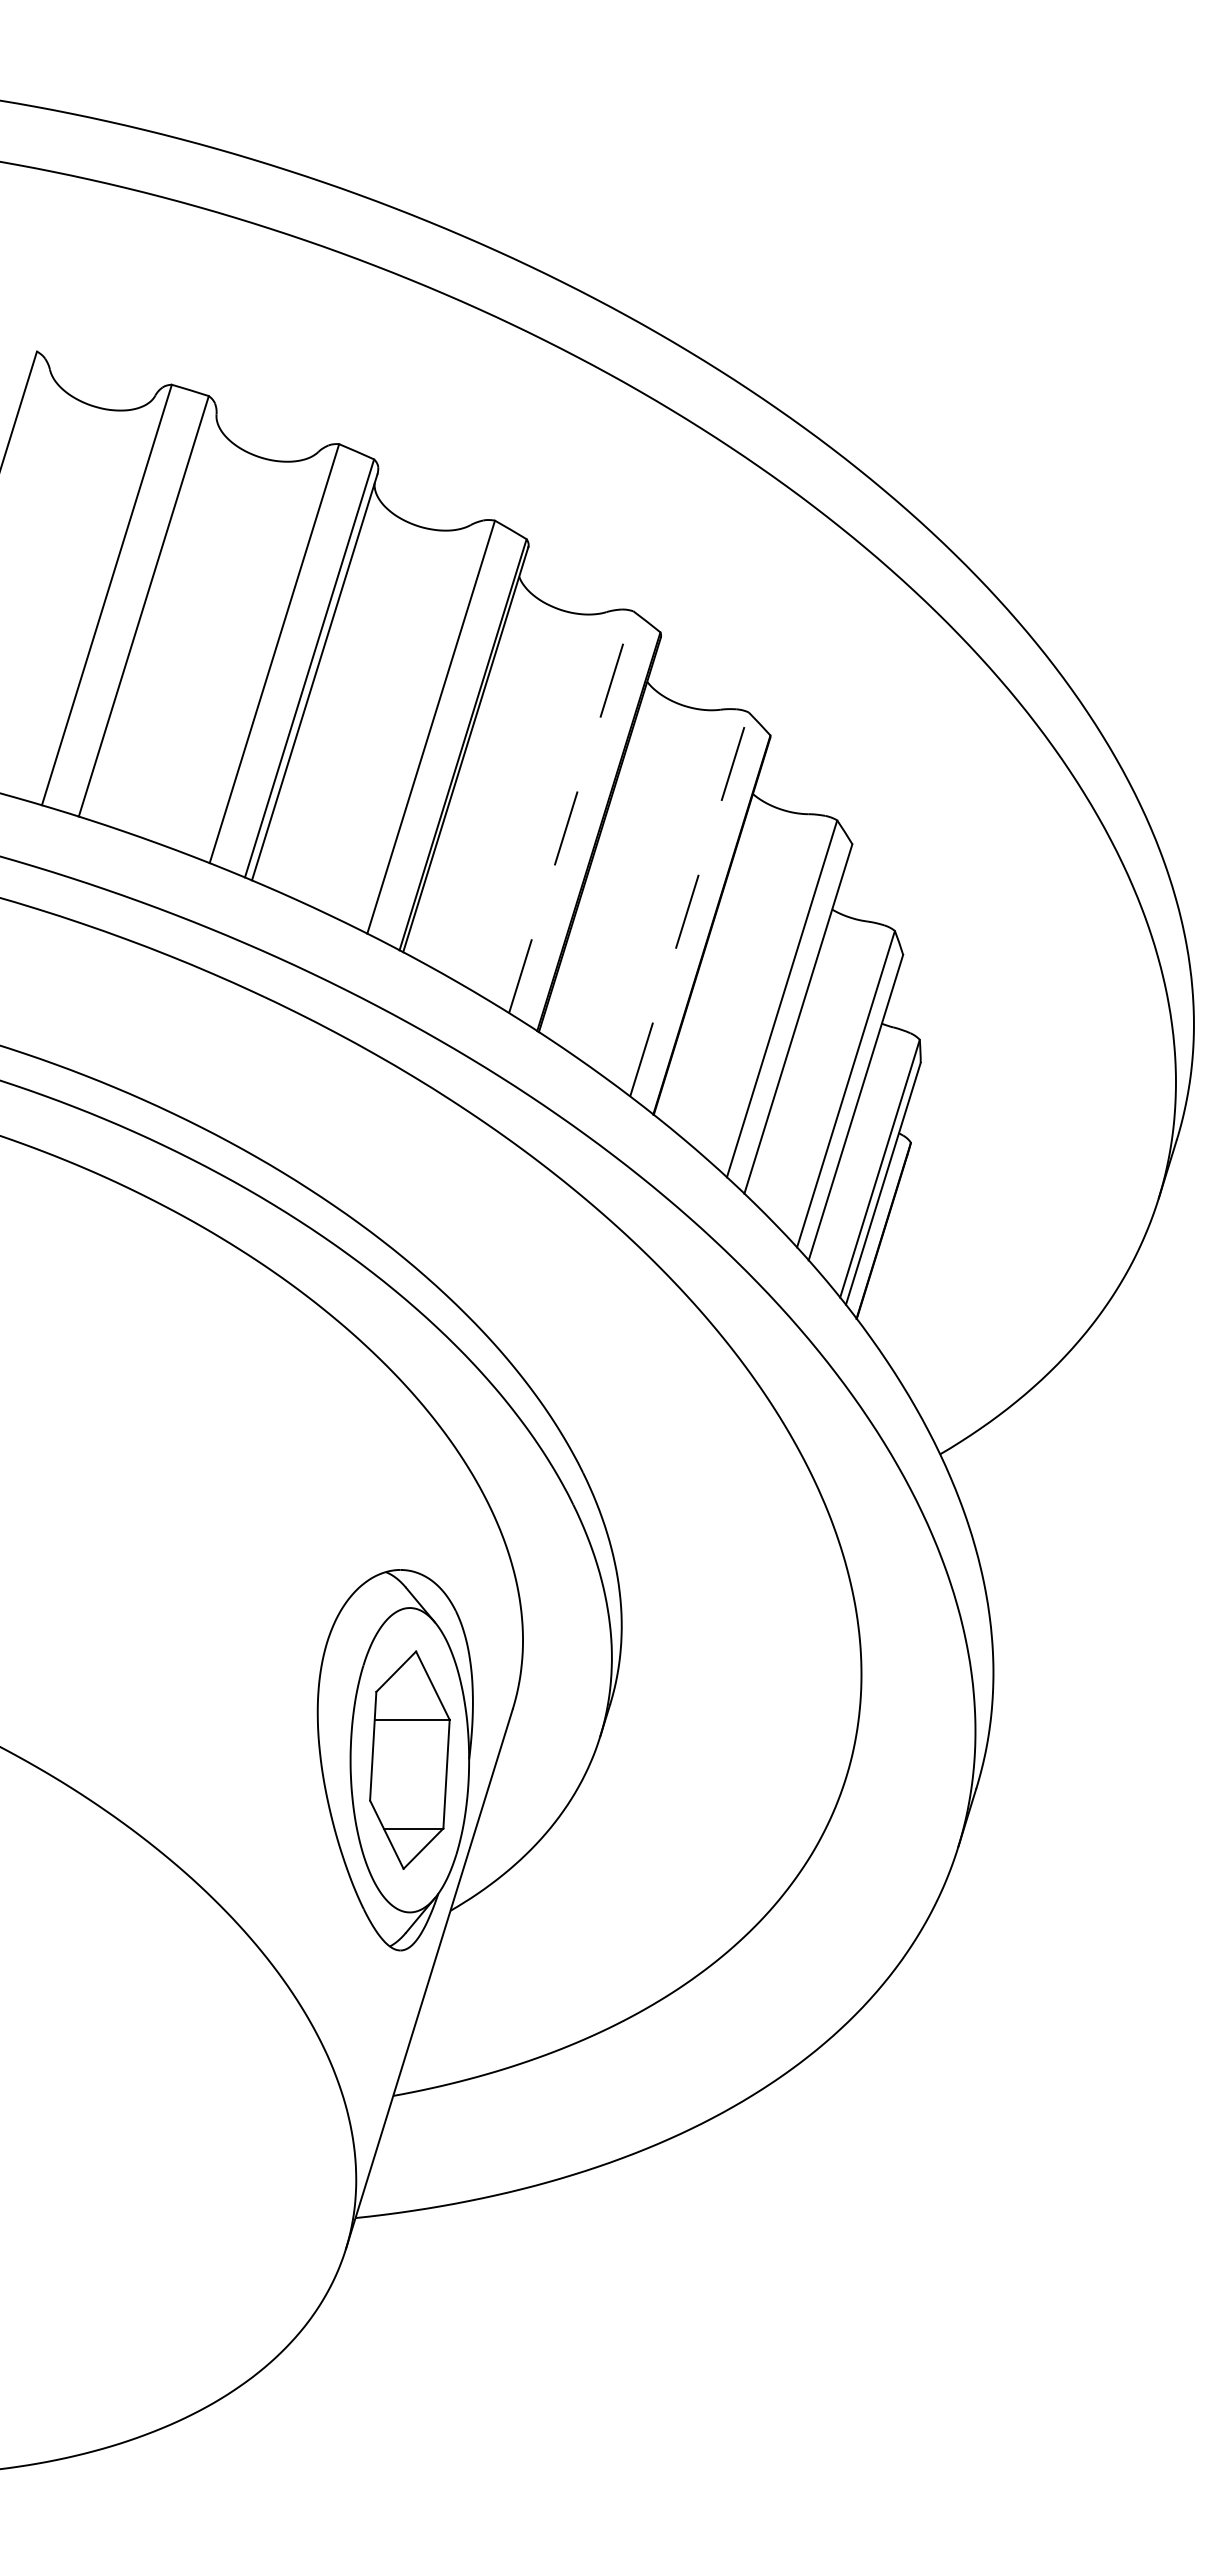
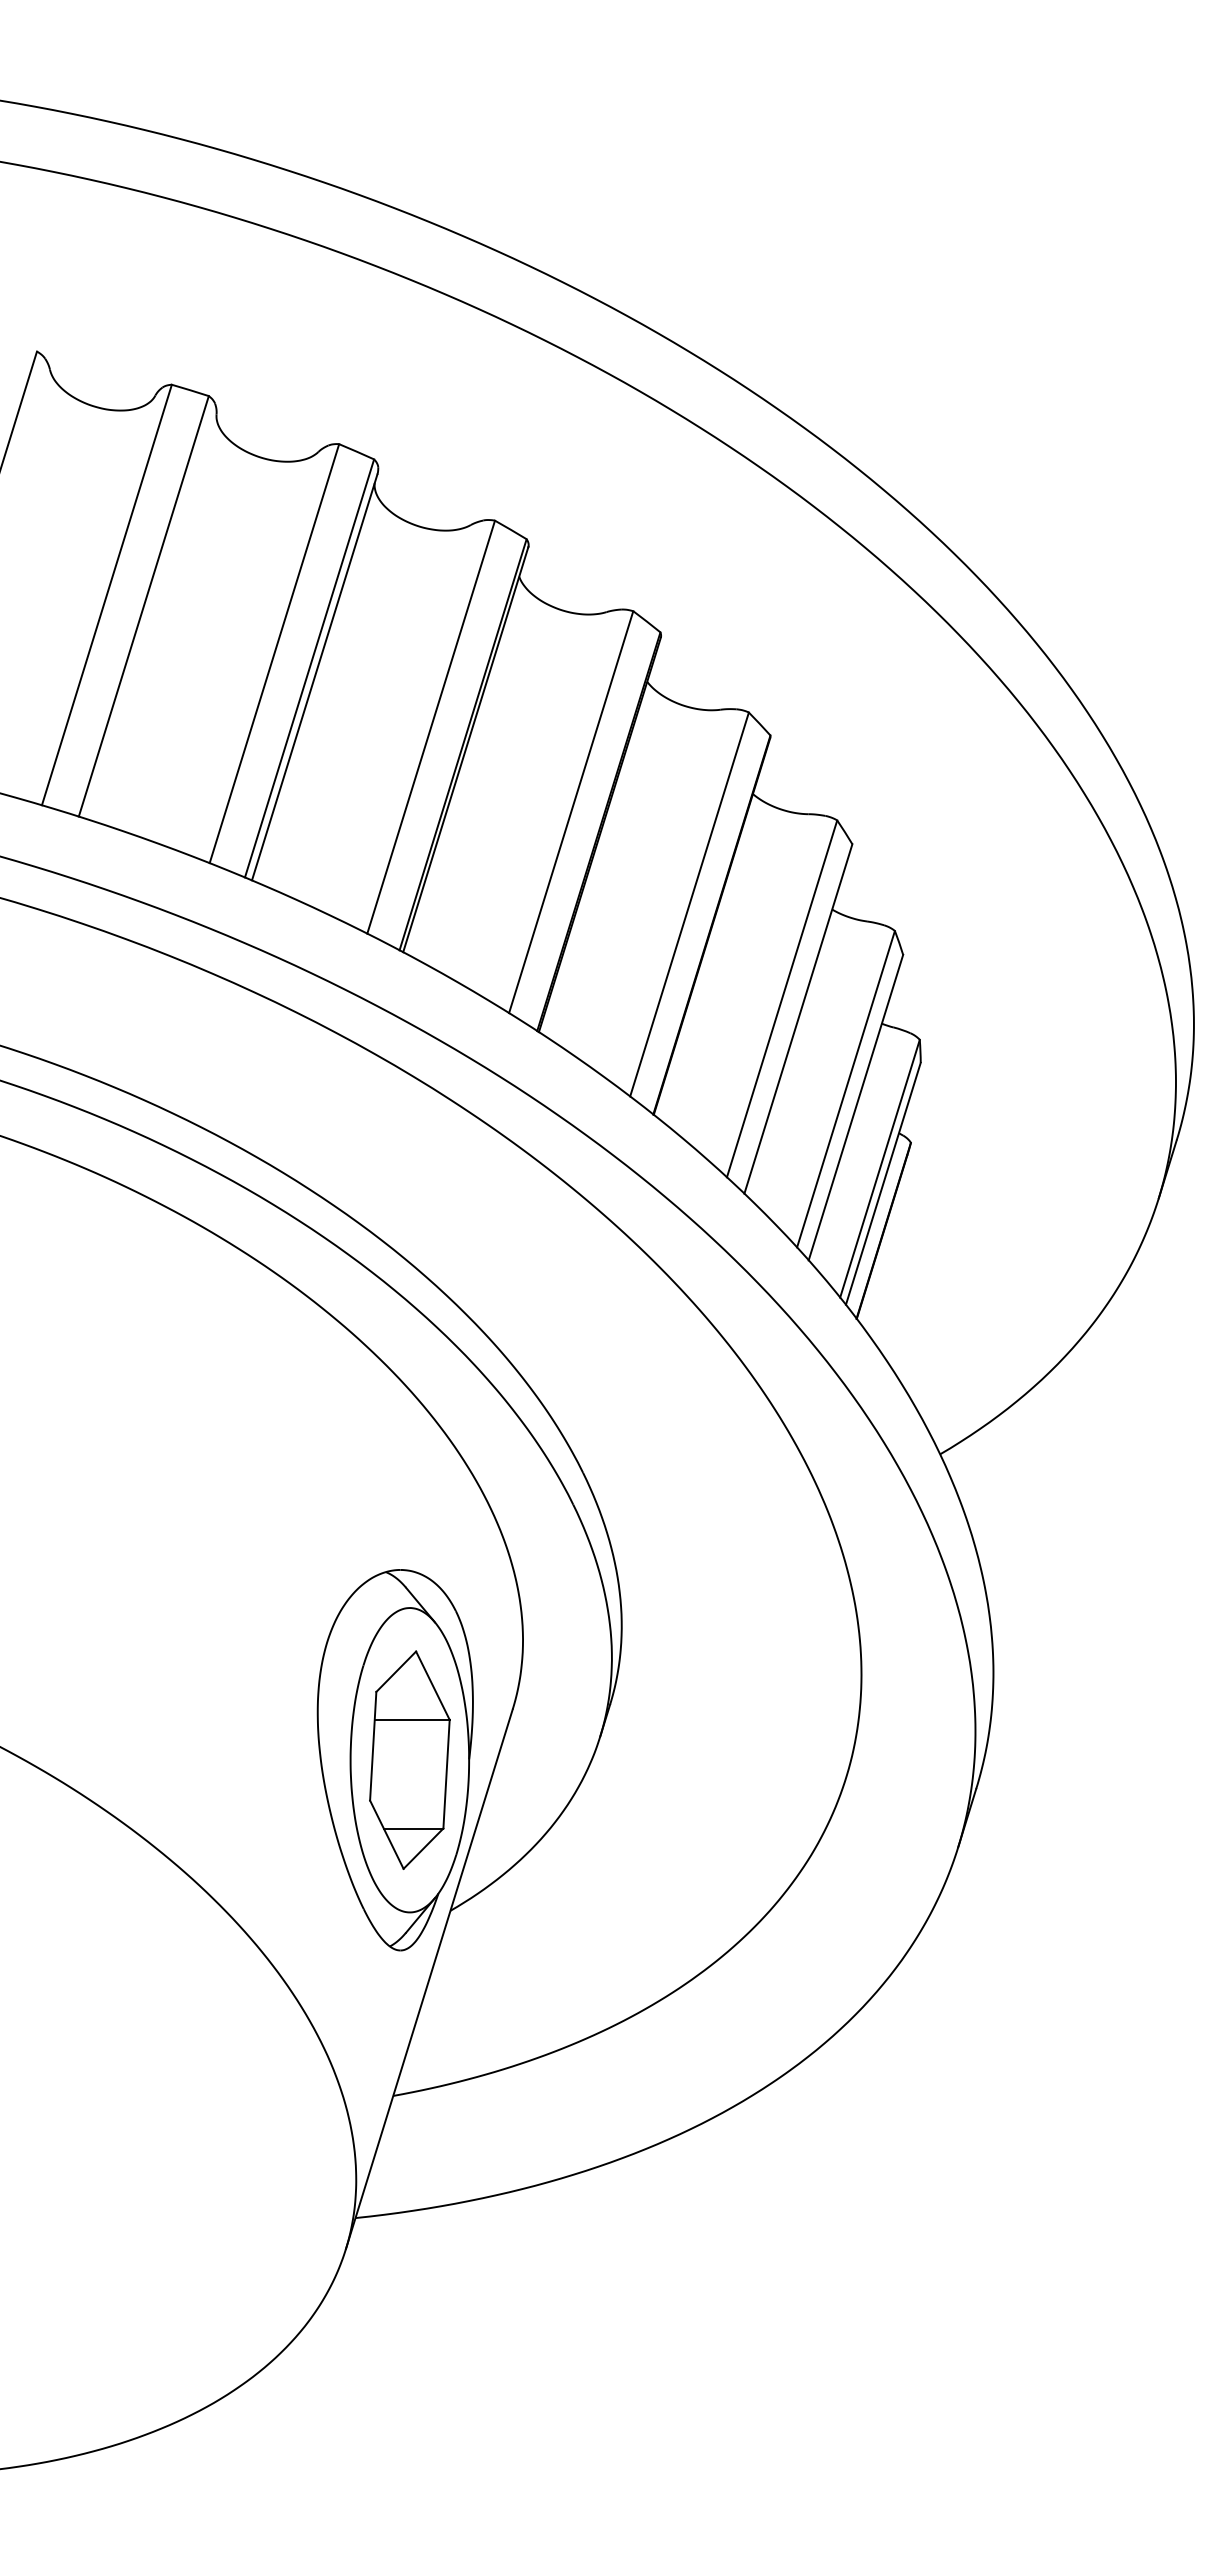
line at (571, 811): dashed -> solid
line at (689, 904): dashed -> solid
